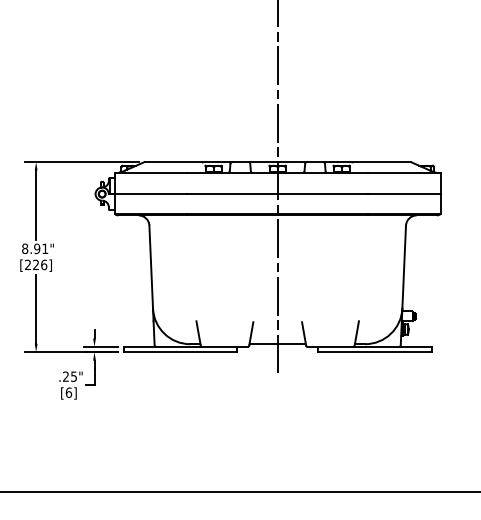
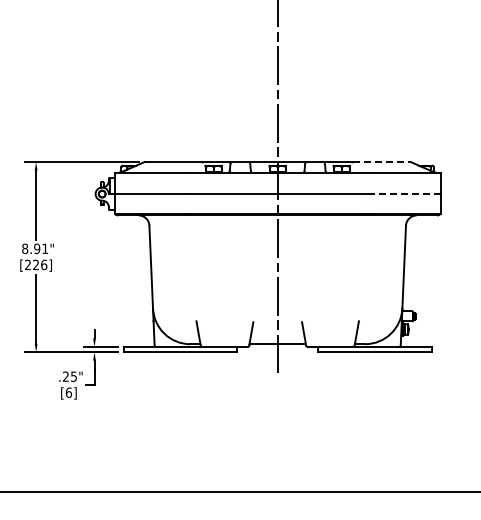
line at (382, 162): solid -> dashed
line at (404, 194): solid -> dashed
